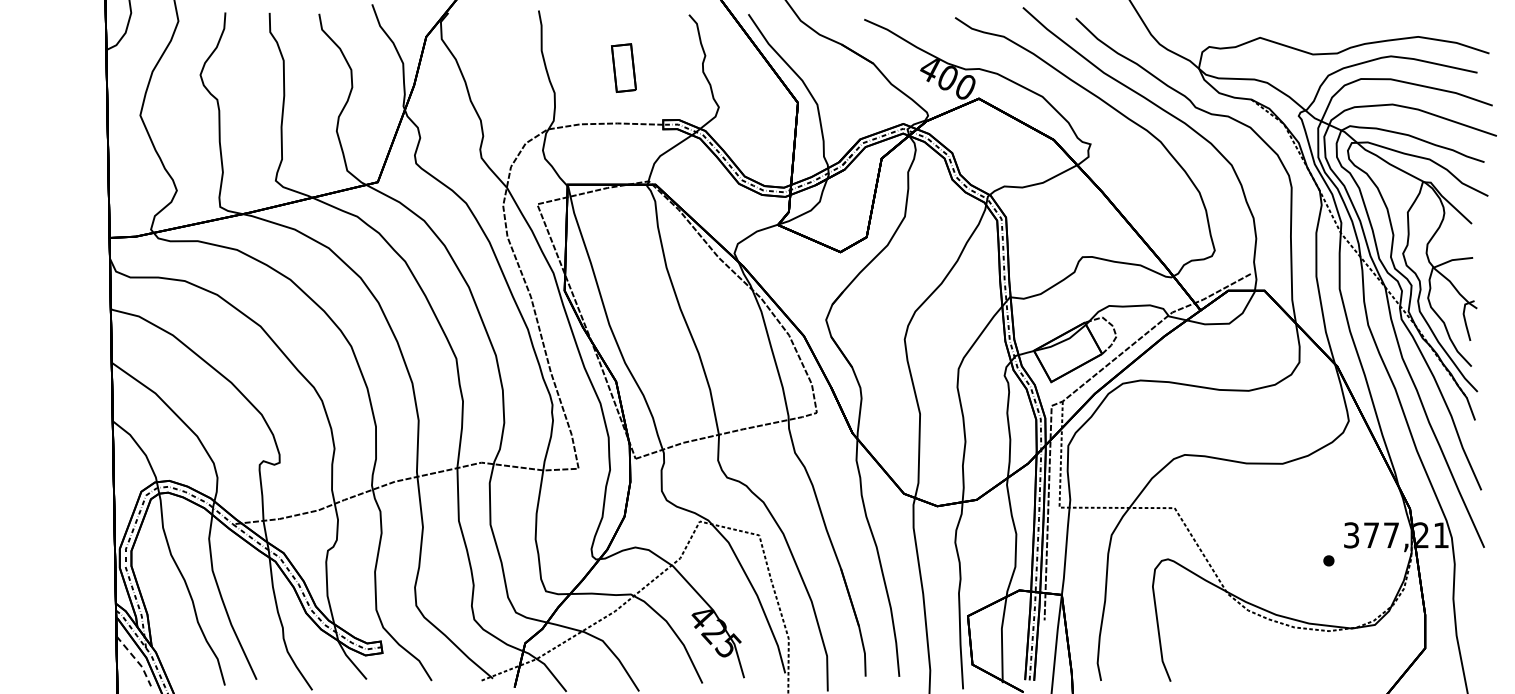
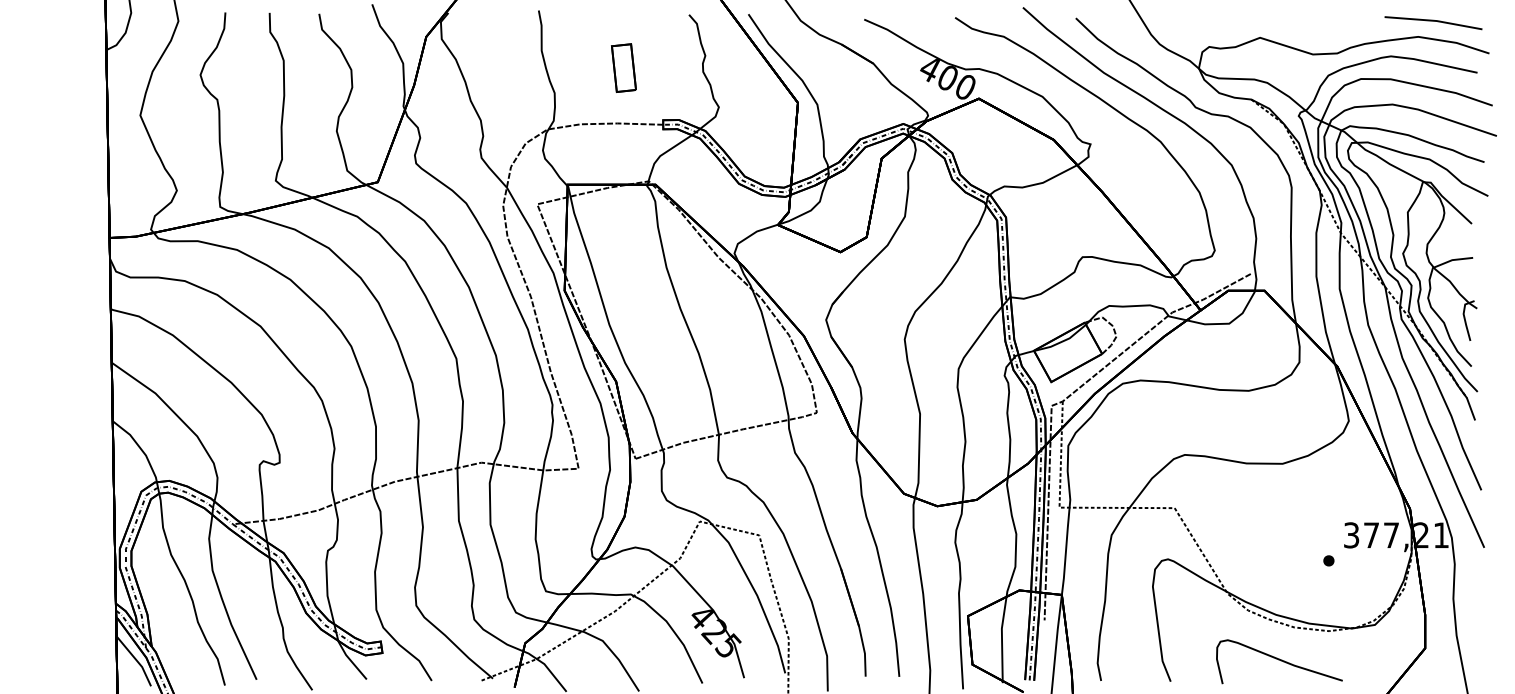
line at (1433, 21): none -> present
line at (136, 660): dashed -> solid
curve at (1279, 660): none -> present
